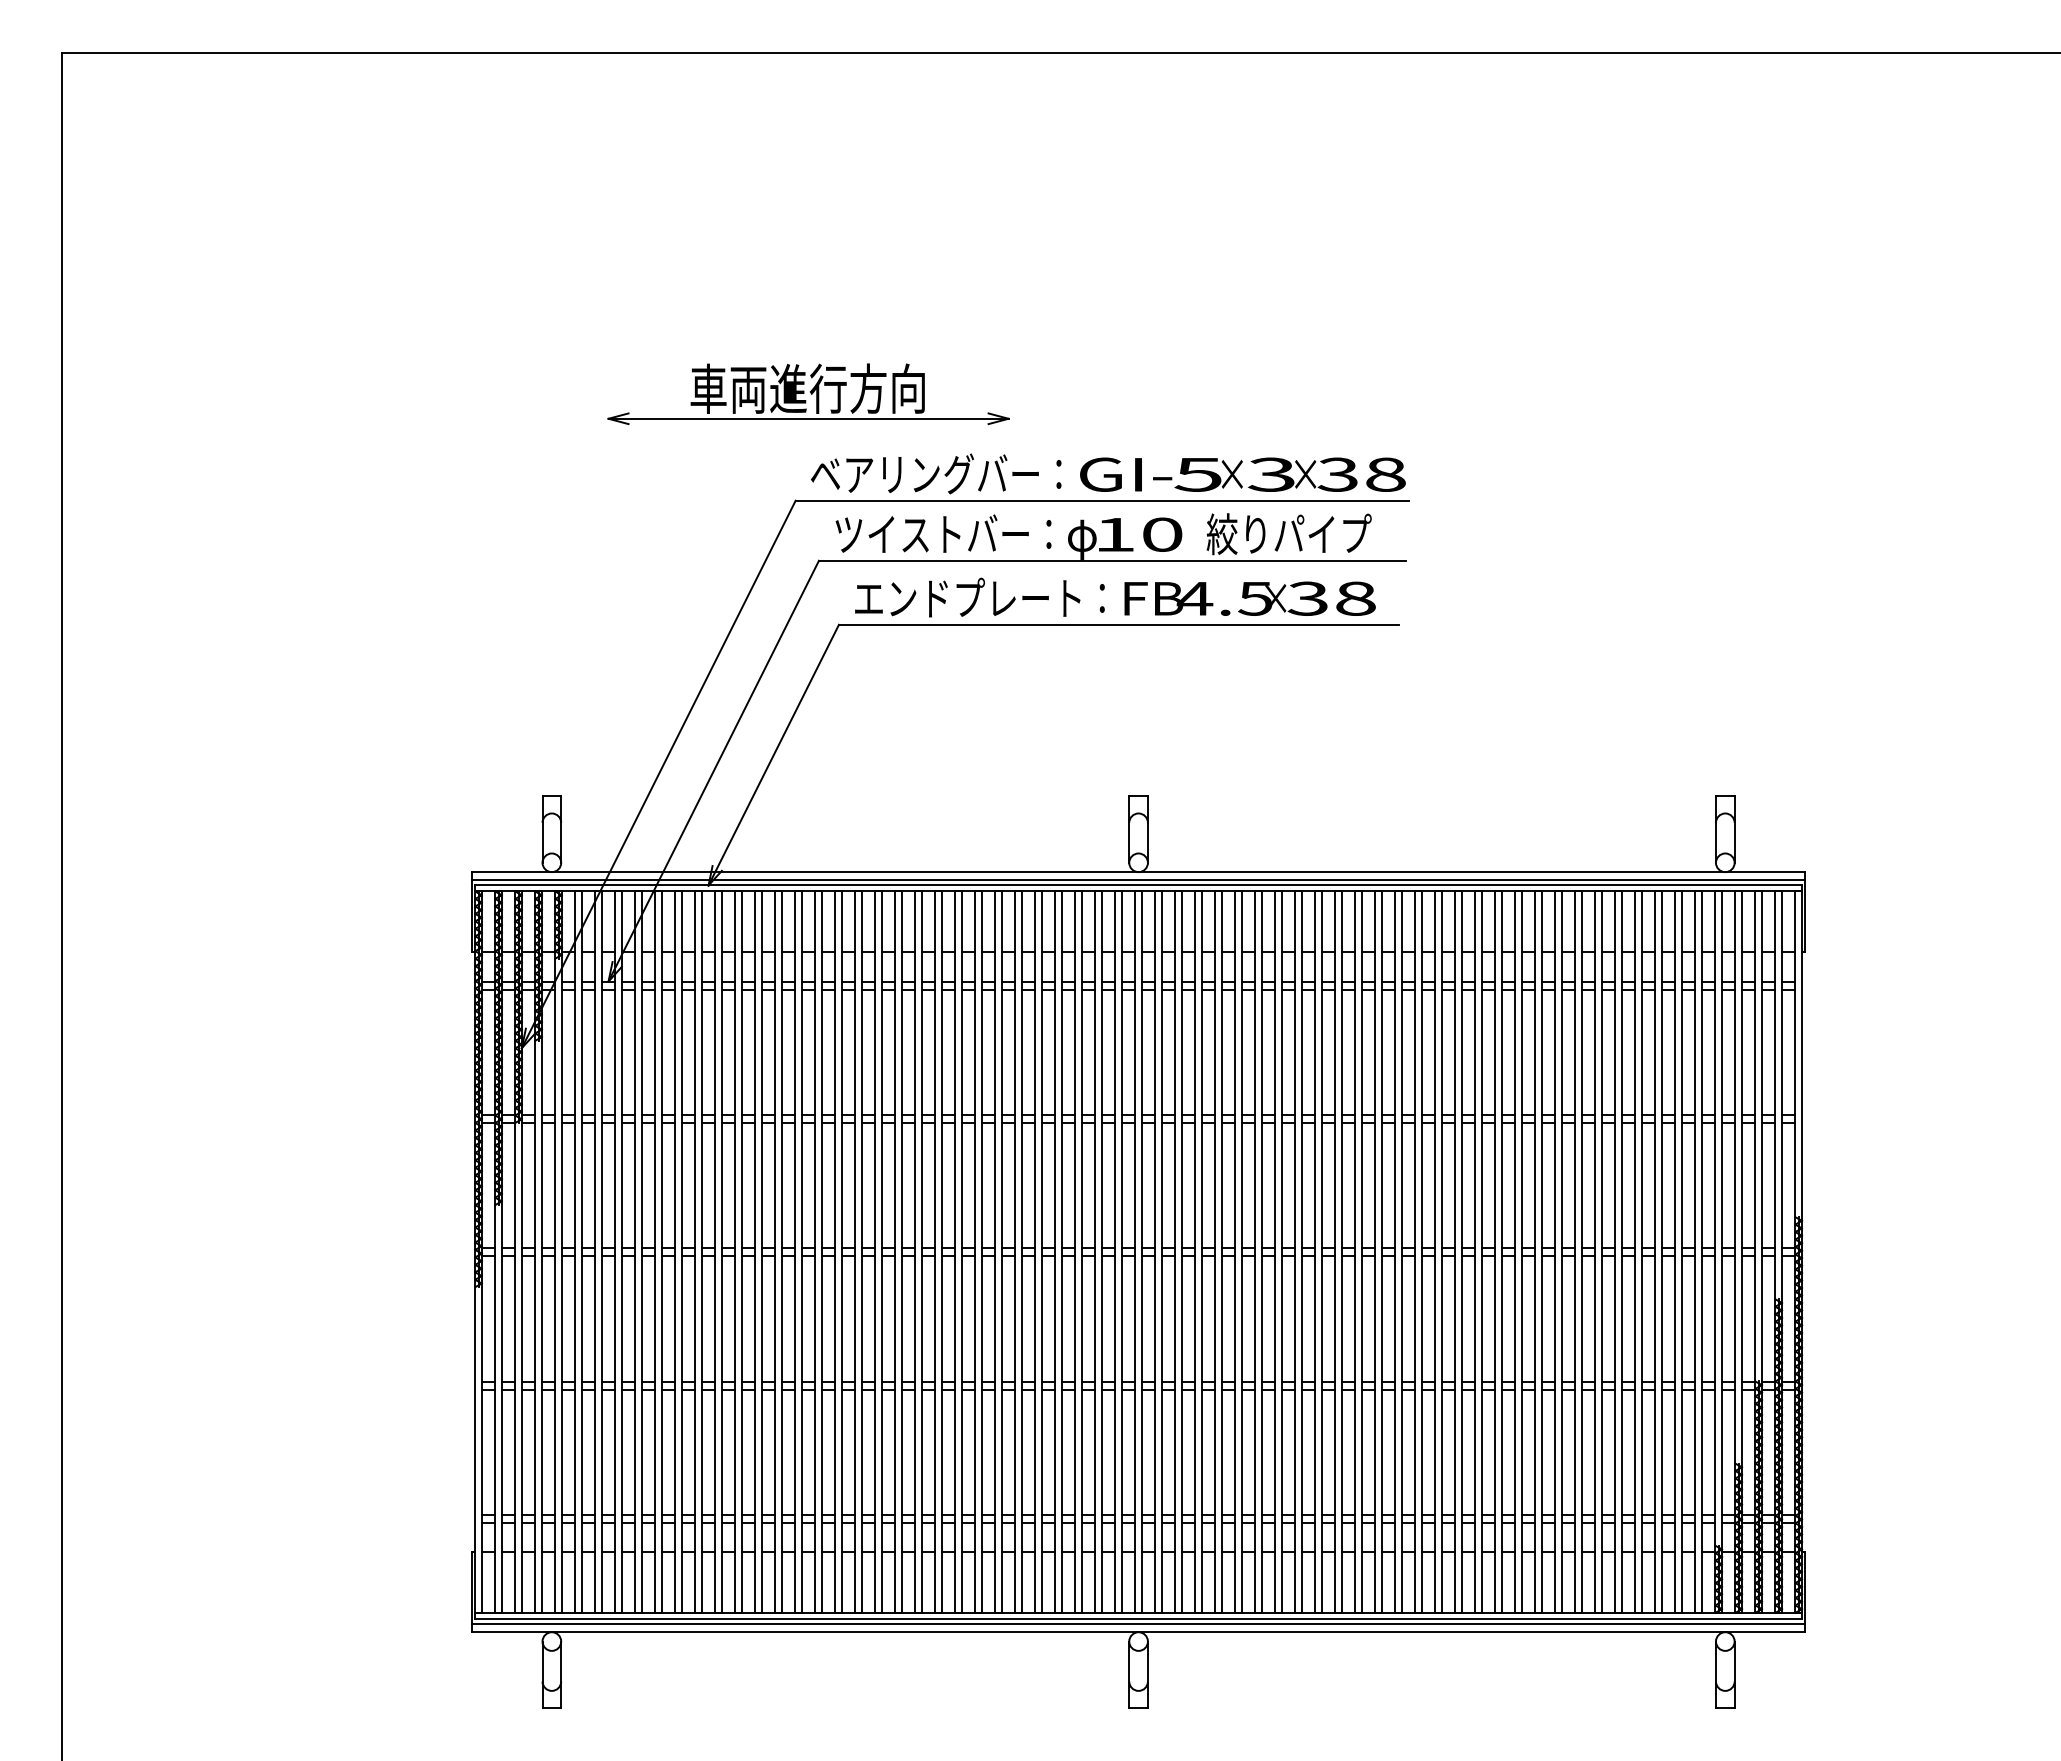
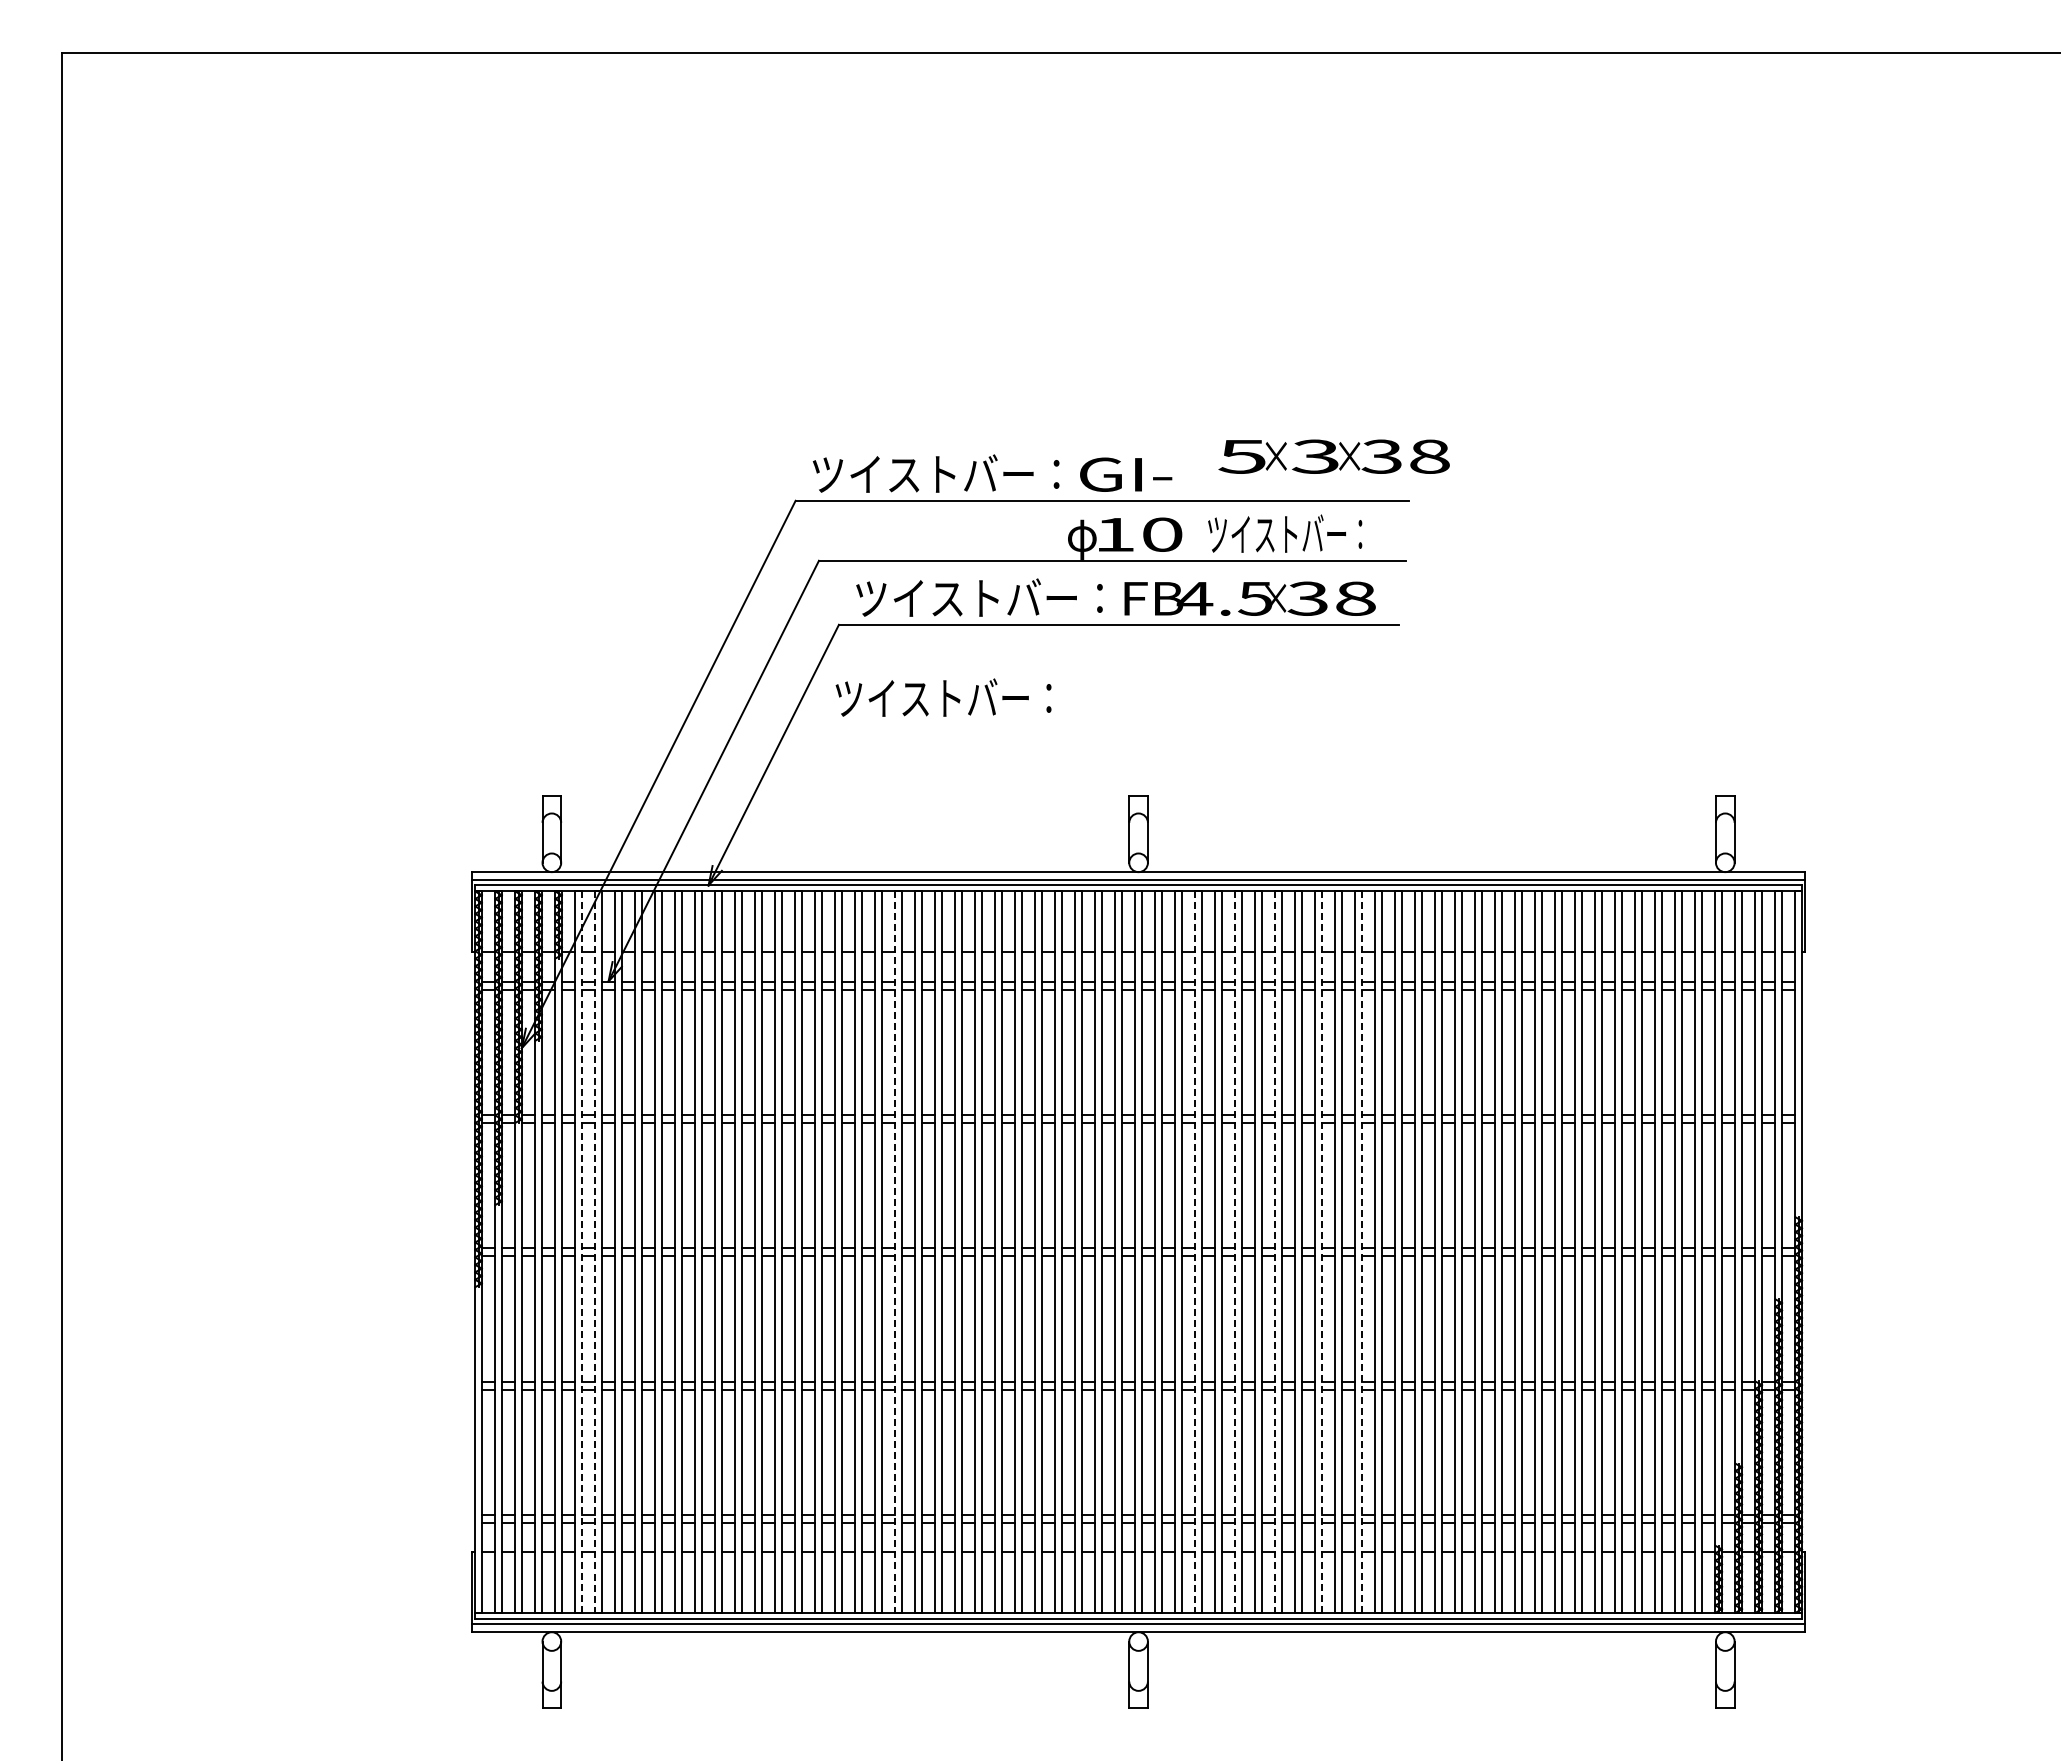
part at (808, 394): present -> none
text at (936, 473): ベアリングバー： -> ツイストバー：
text at (1289, 474) position: (1289, 474) -> (1333, 456)
text at (943, 533) position: (943, 533) -> (943, 697)
text at (1288, 534): 絞りパイプ -> ツイストバー：
text at (979, 597): エンドプレート： -> ツイストバー：
line at (581, 1252): solid -> dashed
line at (595, 1252): solid -> dashed
line at (895, 1252): solid -> dashed
line at (1195, 1252): solid -> dashed
line at (1235, 1252): solid -> dashed
line at (1275, 1252): solid -> dashed
line at (1321, 1252): solid -> dashed
line at (1361, 1252): solid -> dashed
